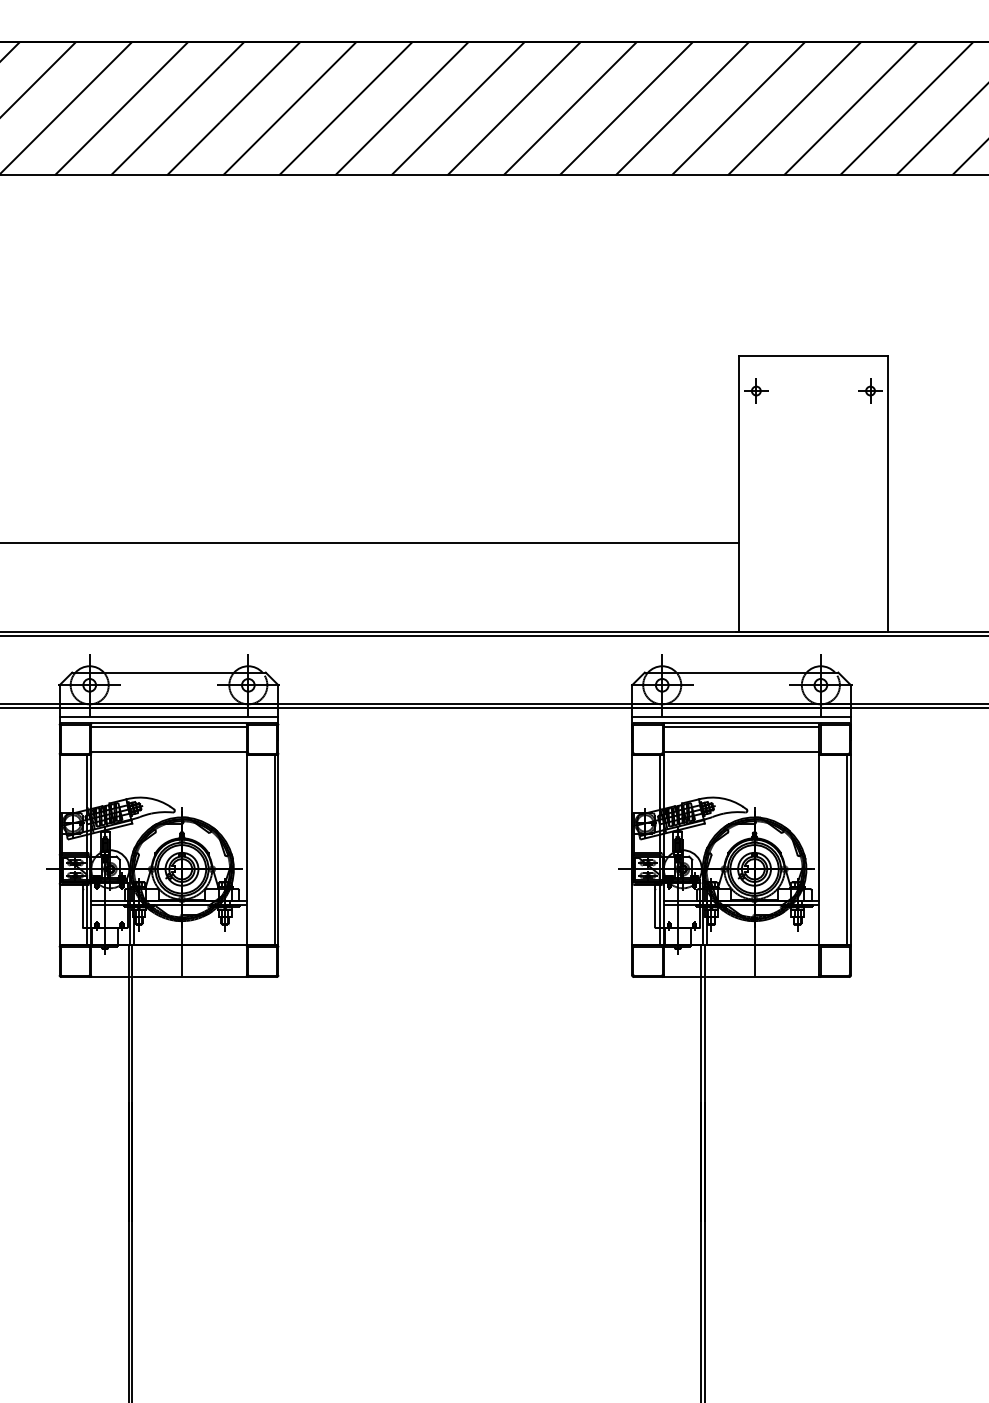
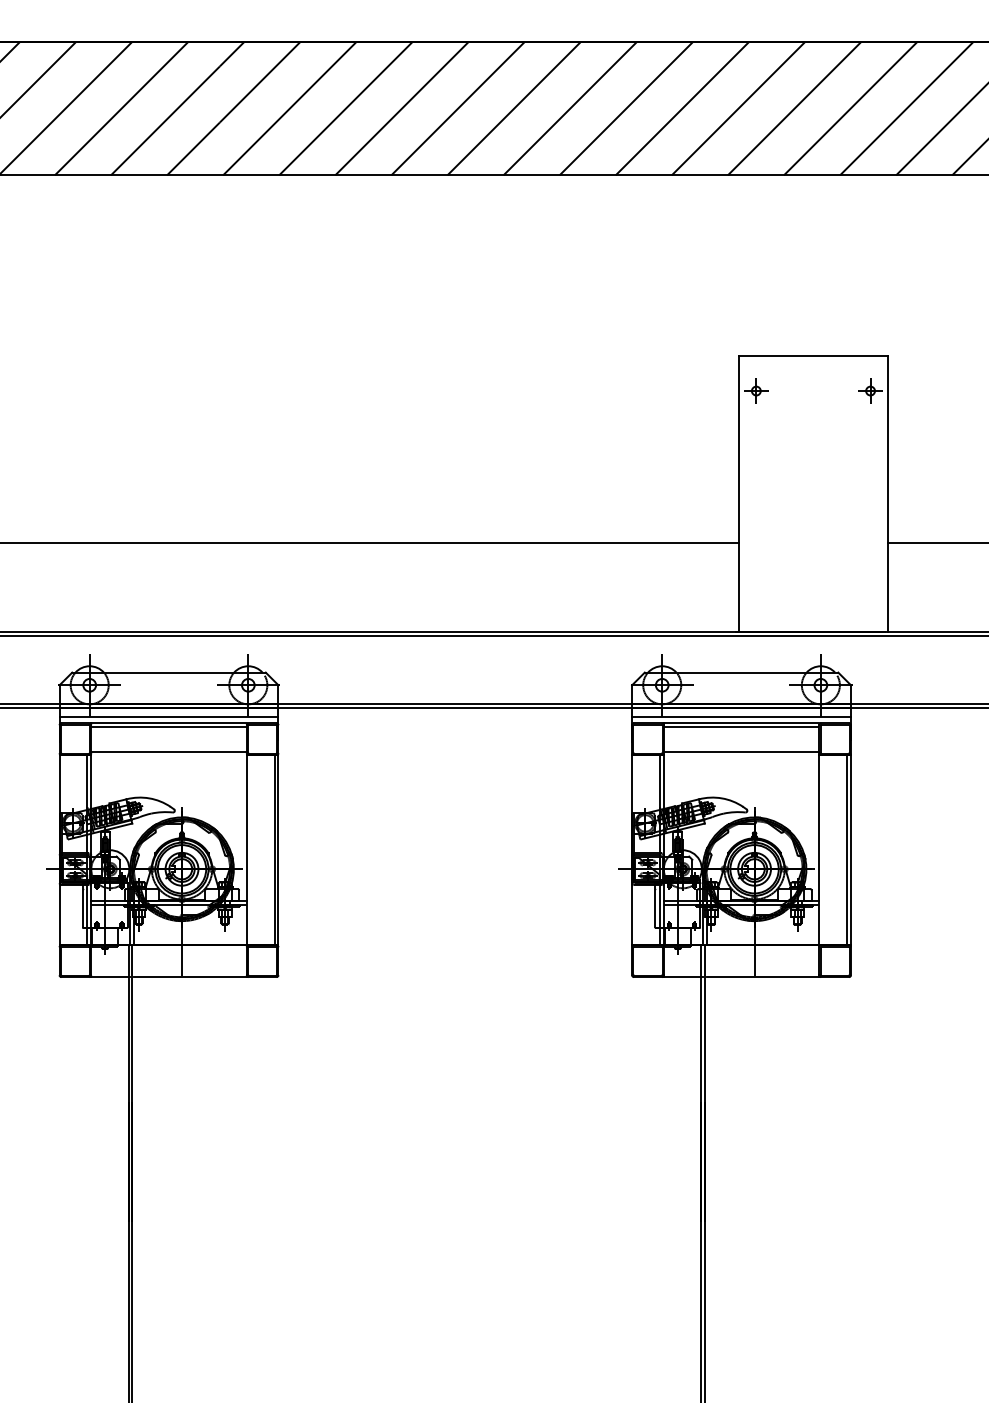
line at (936, 543): none -> present
